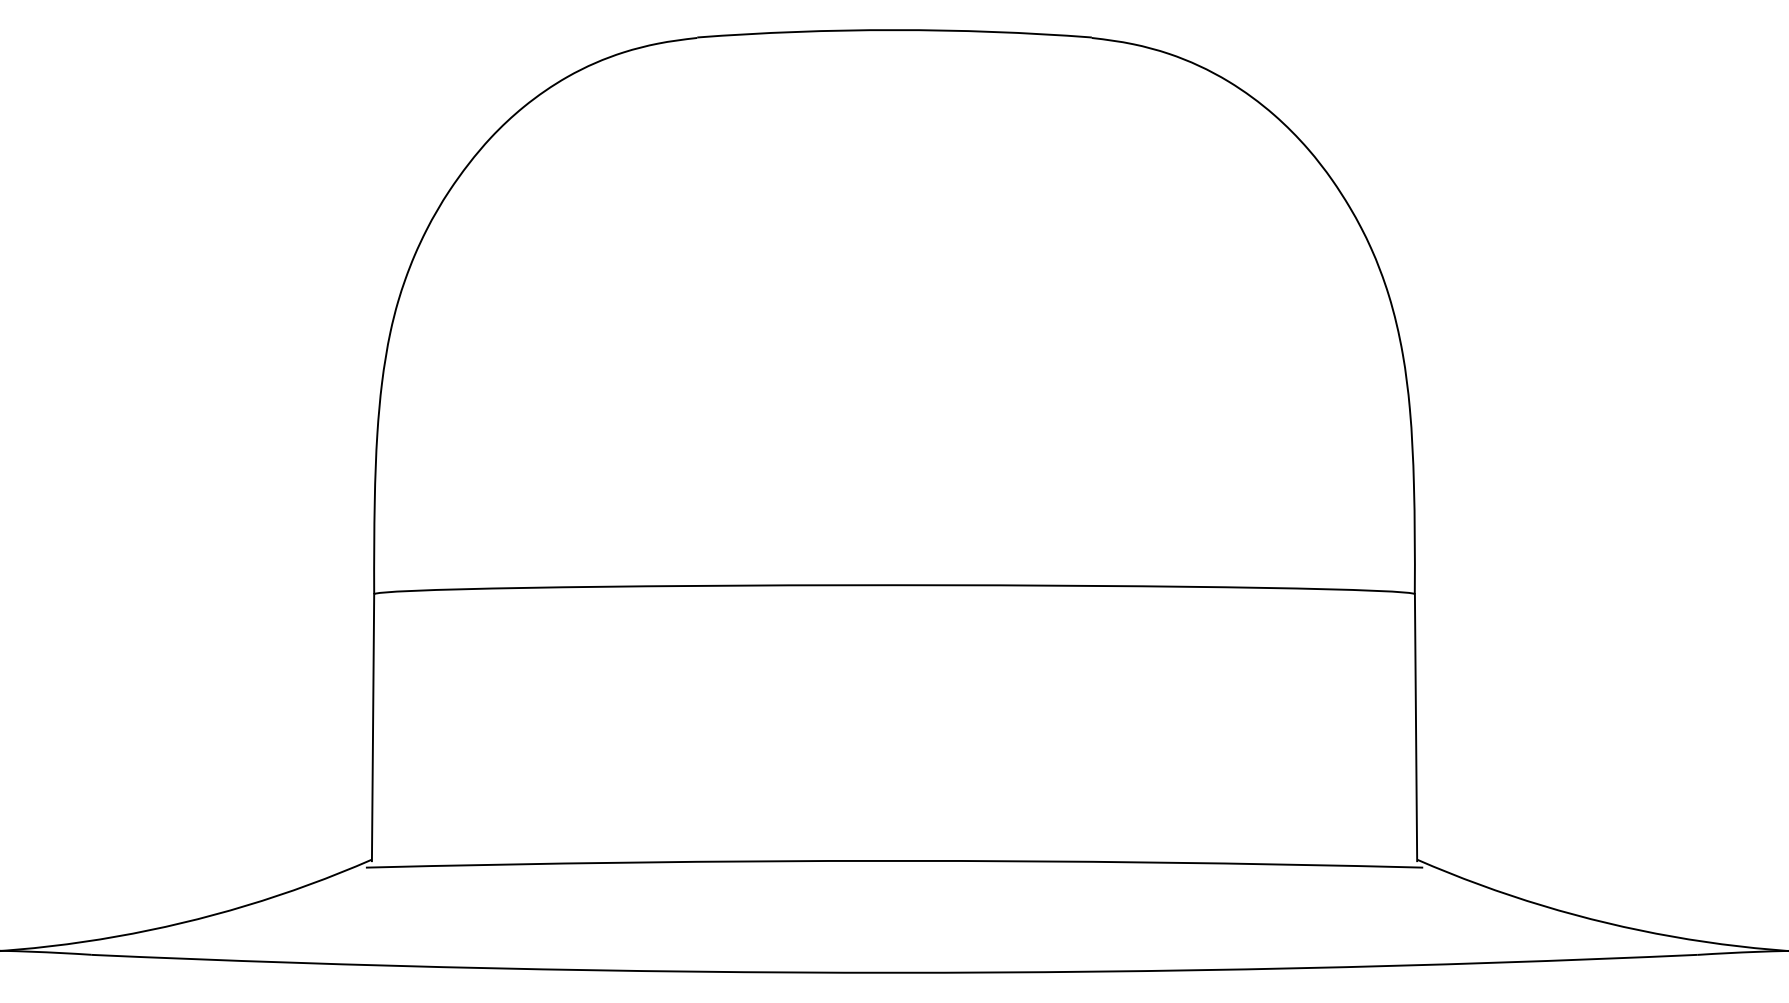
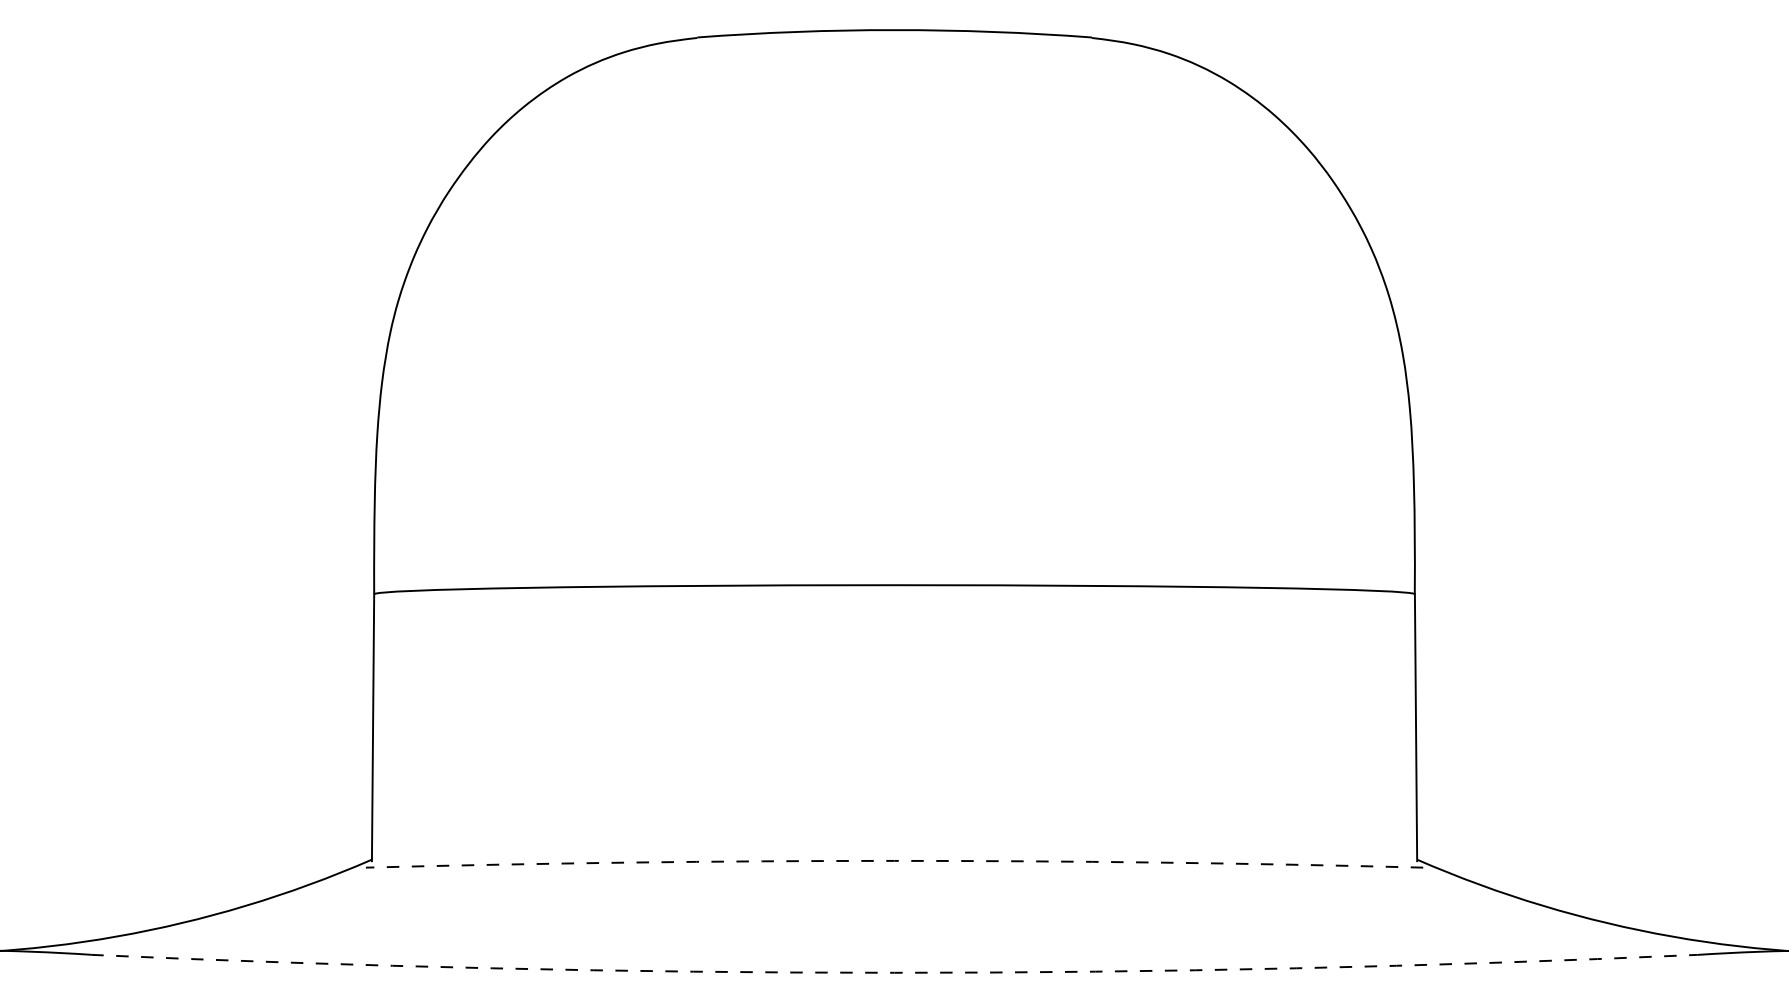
arc at (894, 860): solid -> dashed
arc at (894, 972): solid -> dashed
